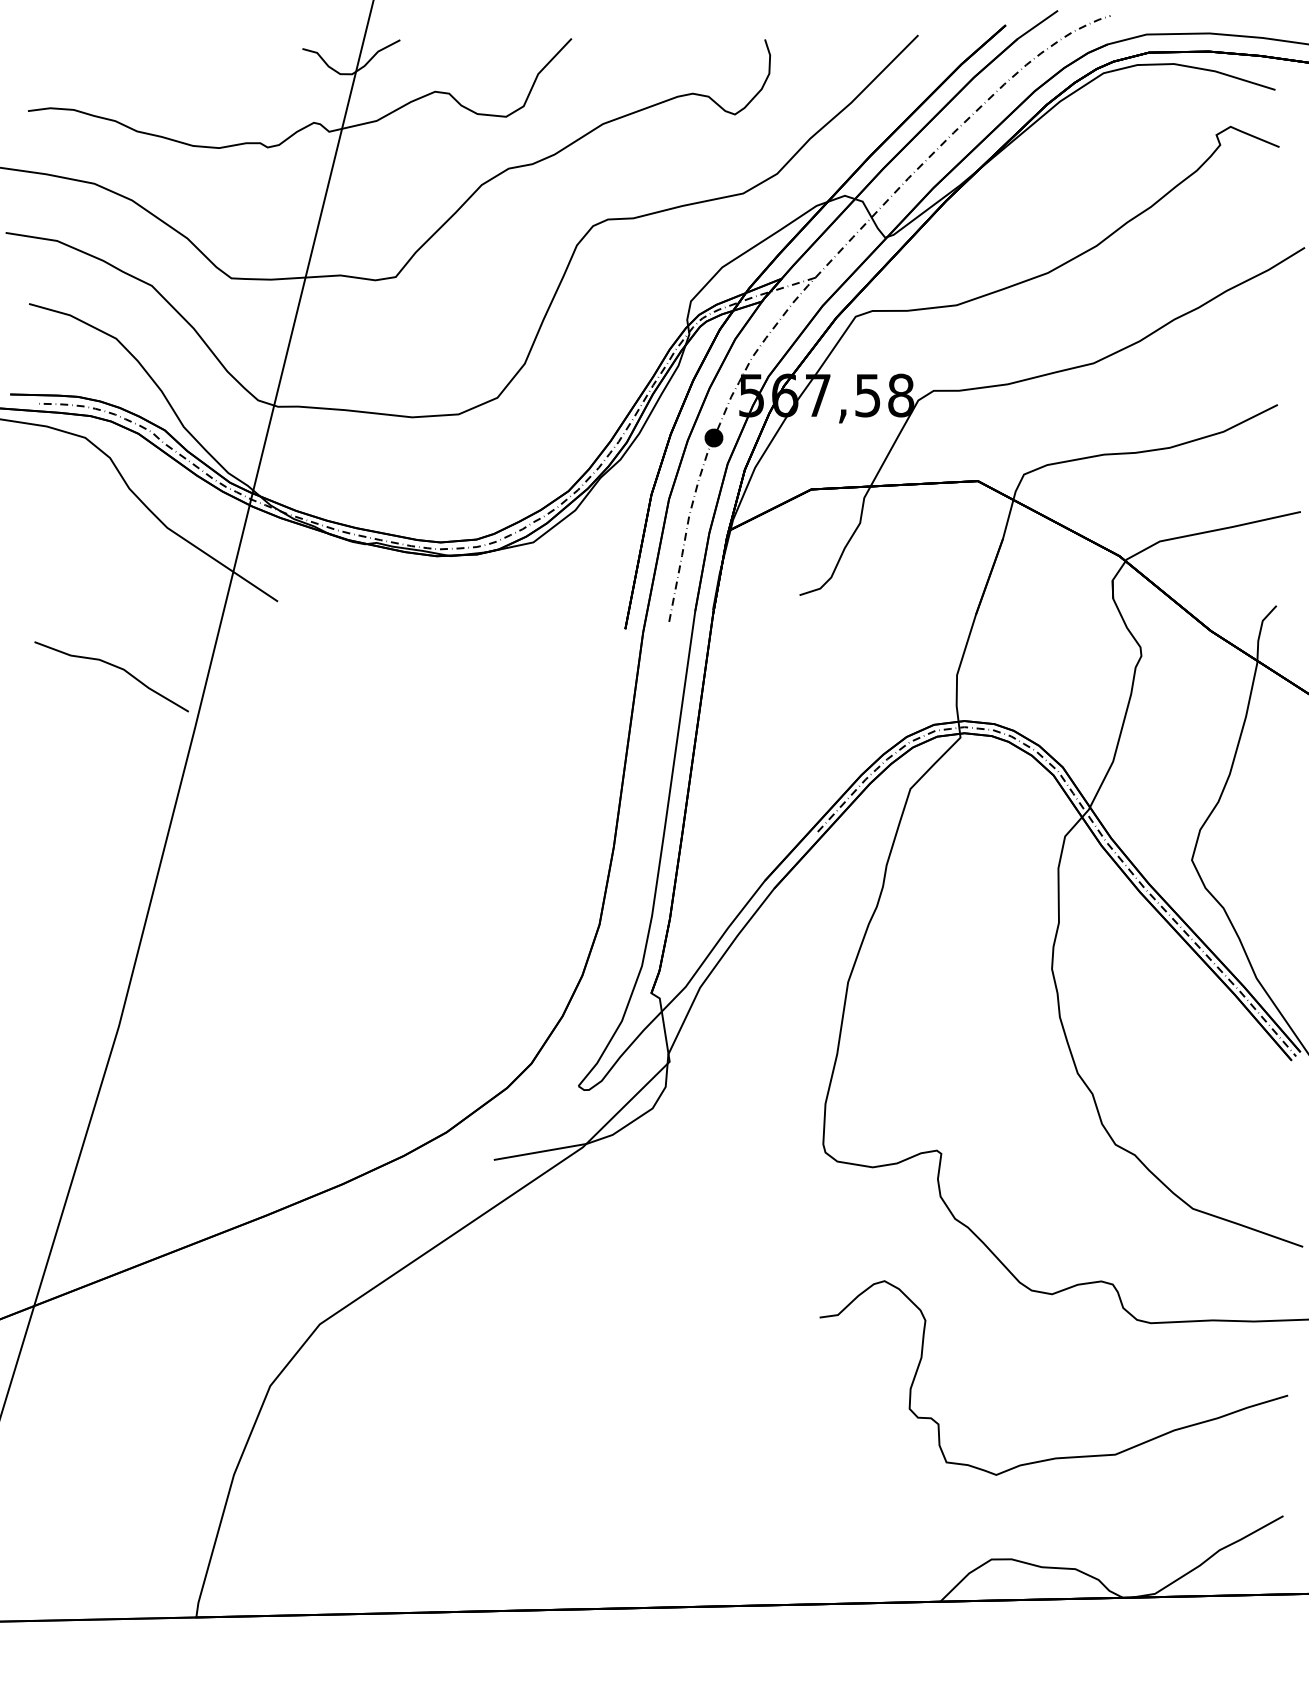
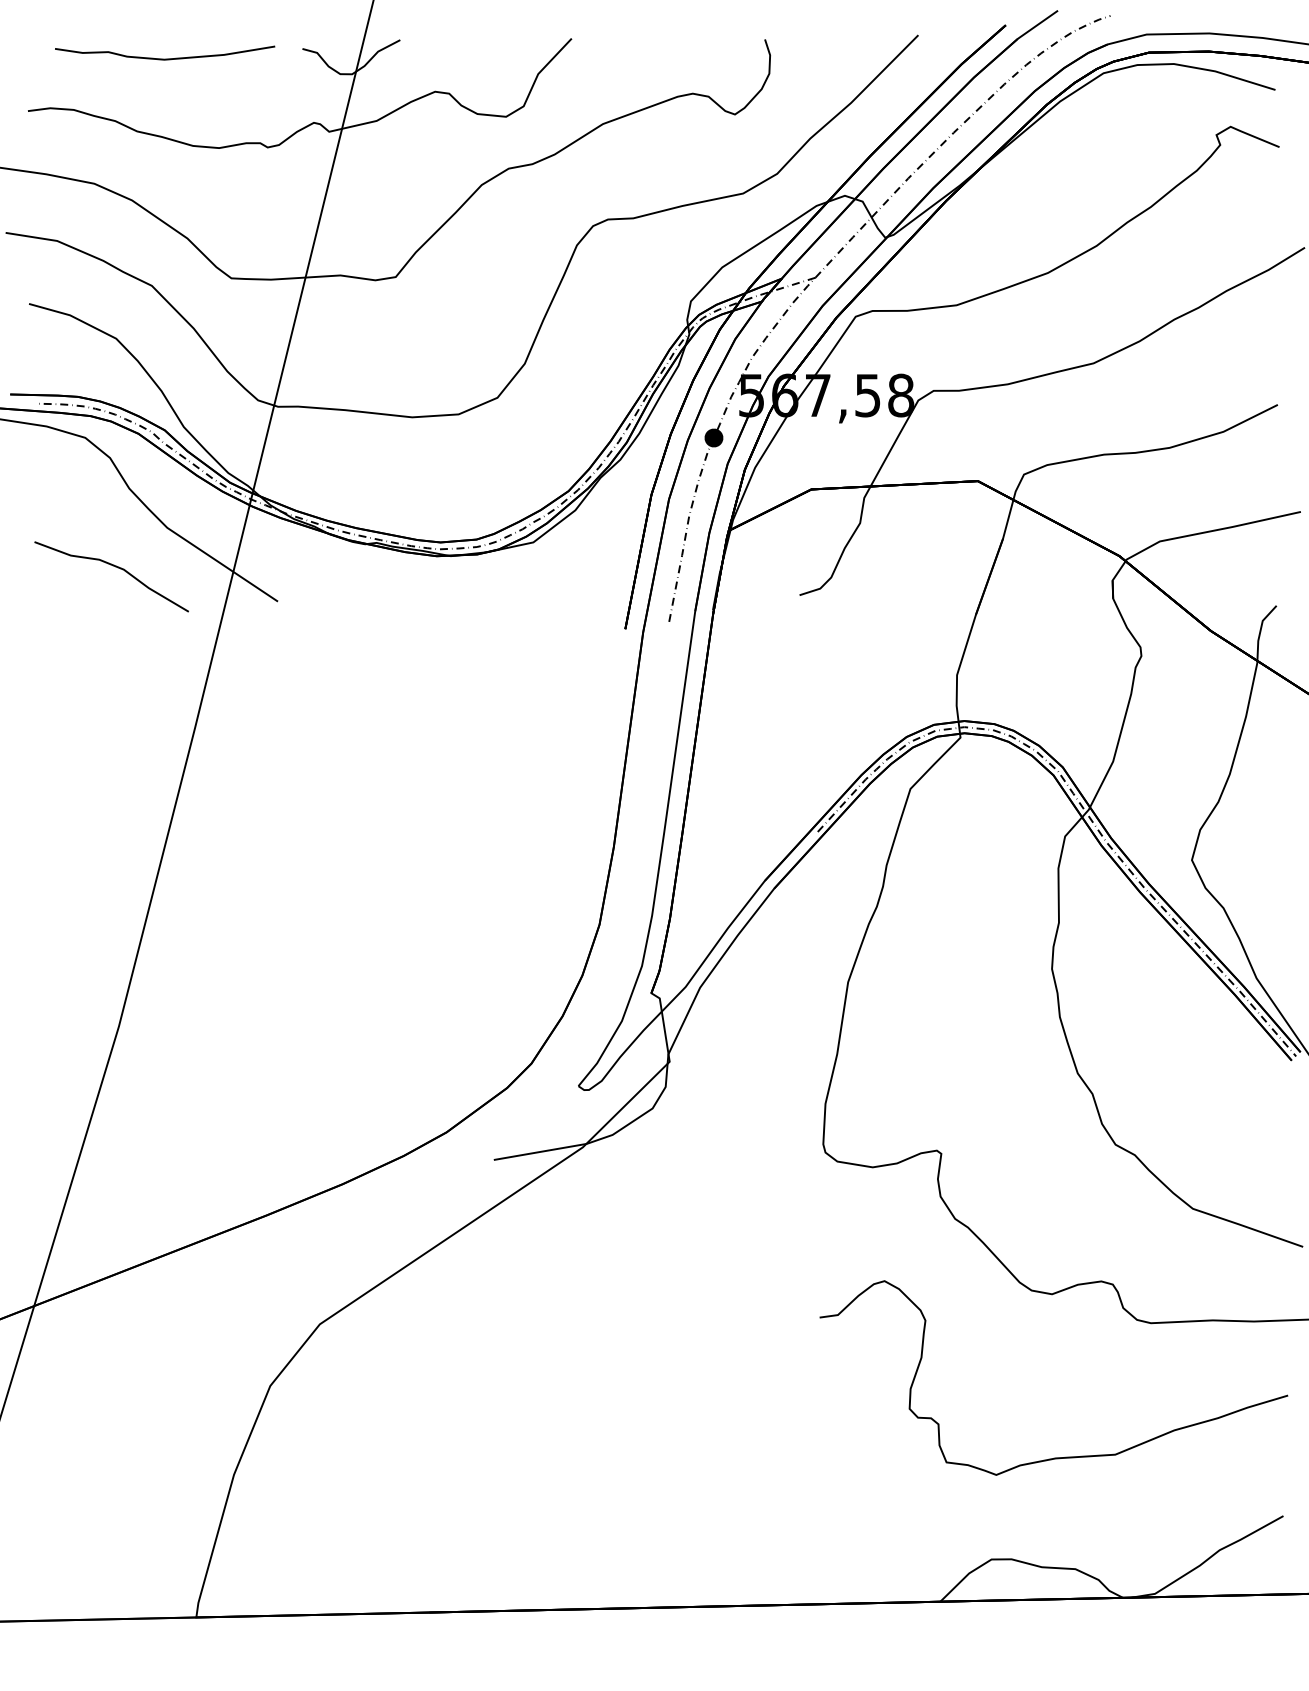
curve at (165, 58): none -> present
curve at (115, 667) position: (115, 667) -> (115, 567)
